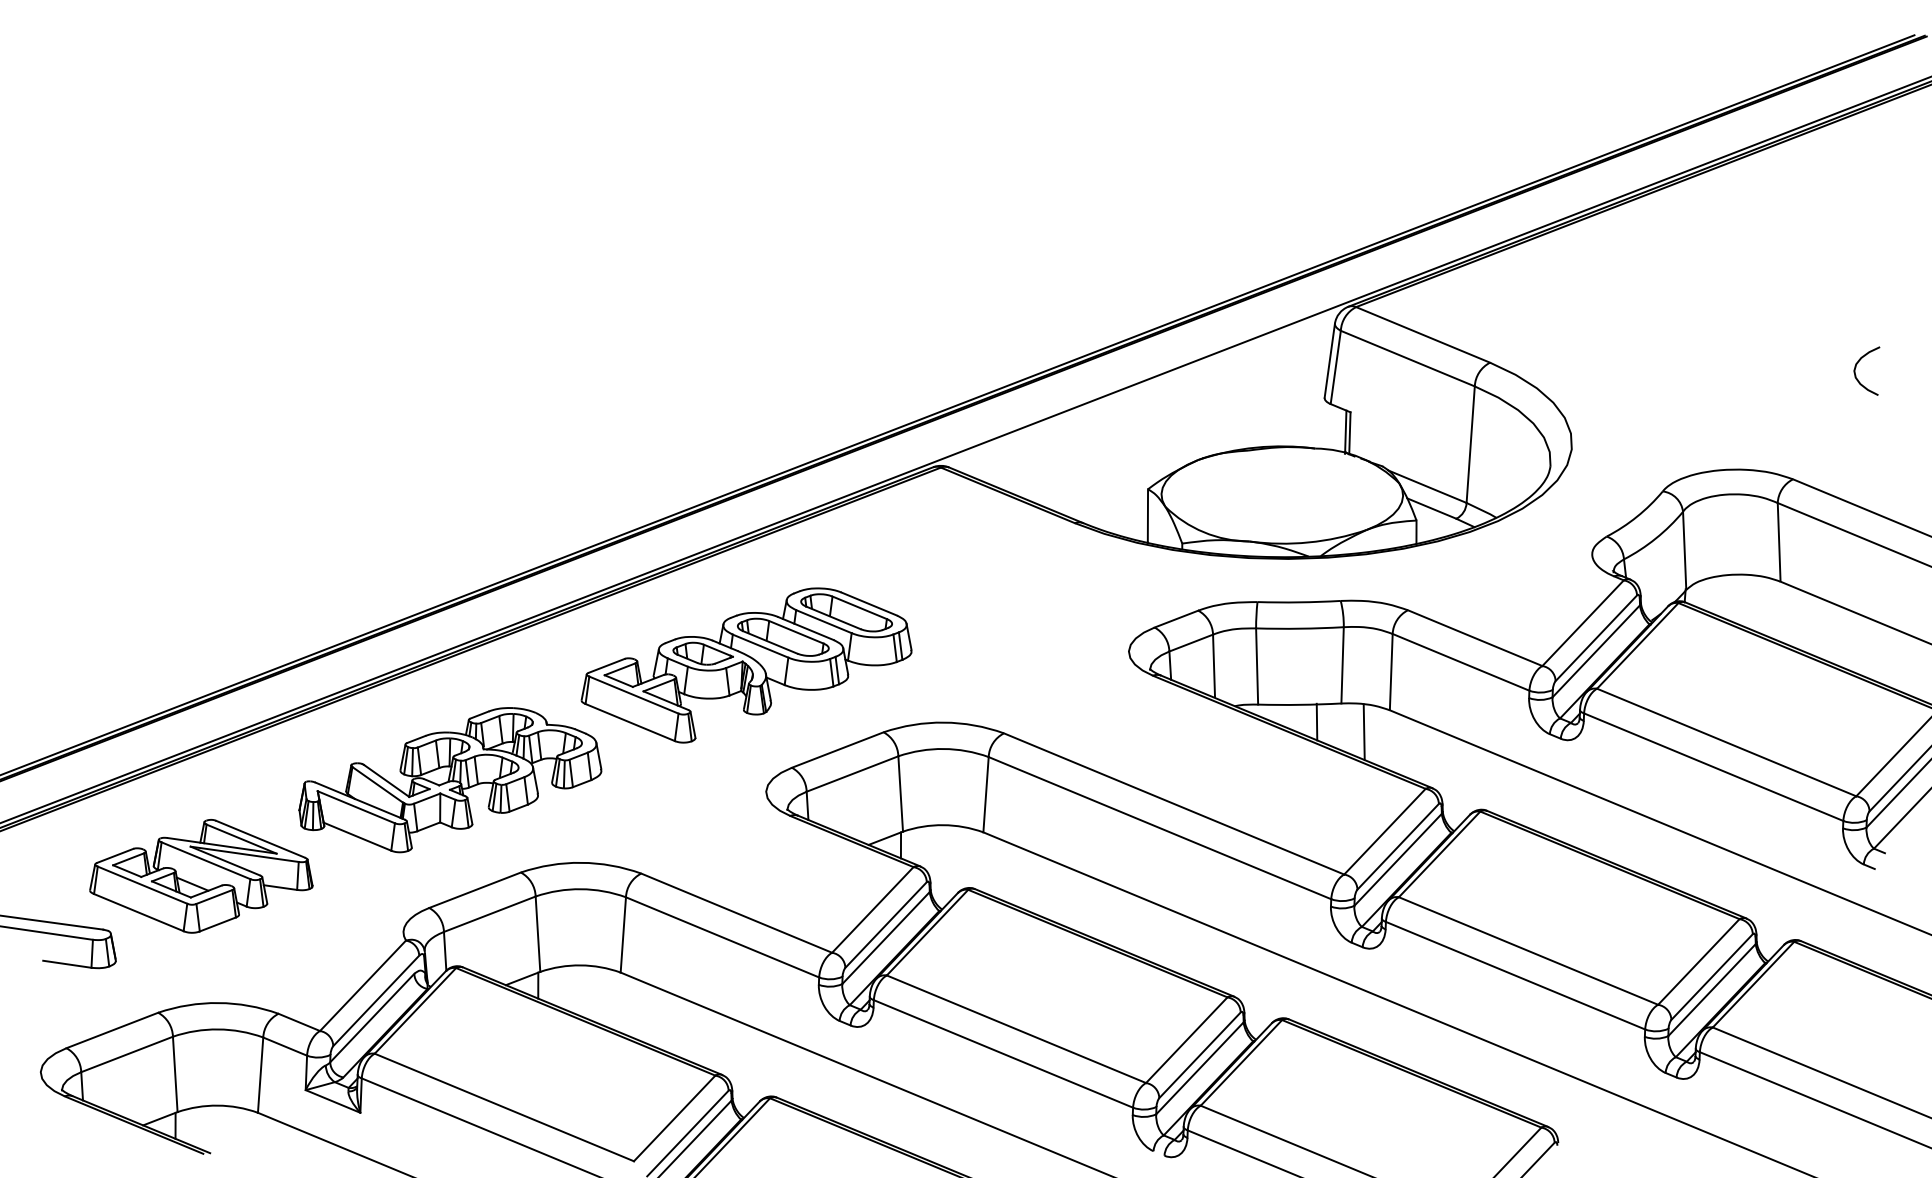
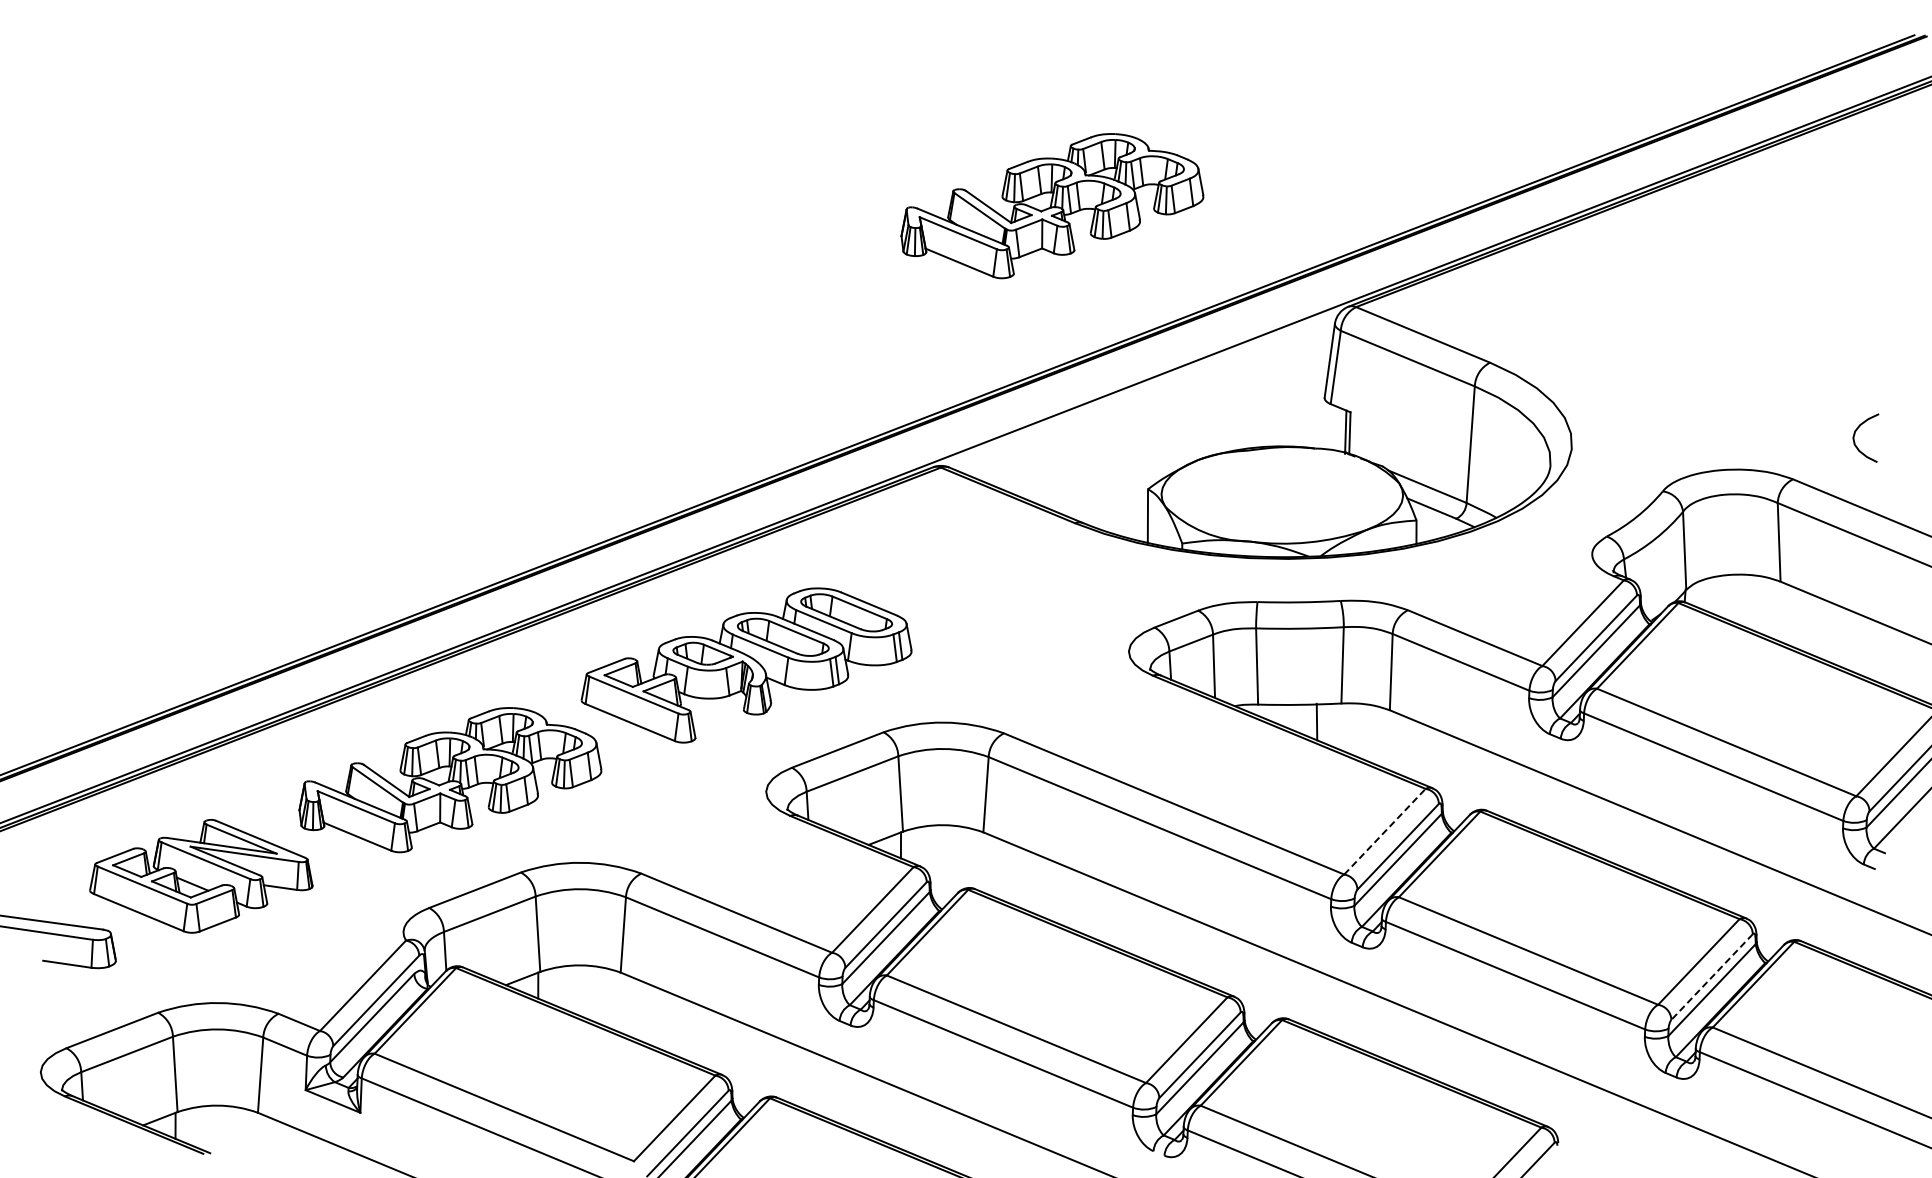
part at (1052, 206): none -> present
curve at (1856, 367) position: (1856, 367) -> (1855, 434)
line at (1363, 732): present -> none
line at (1385, 831): solid -> dashed
line at (1711, 977): solid -> dashed
